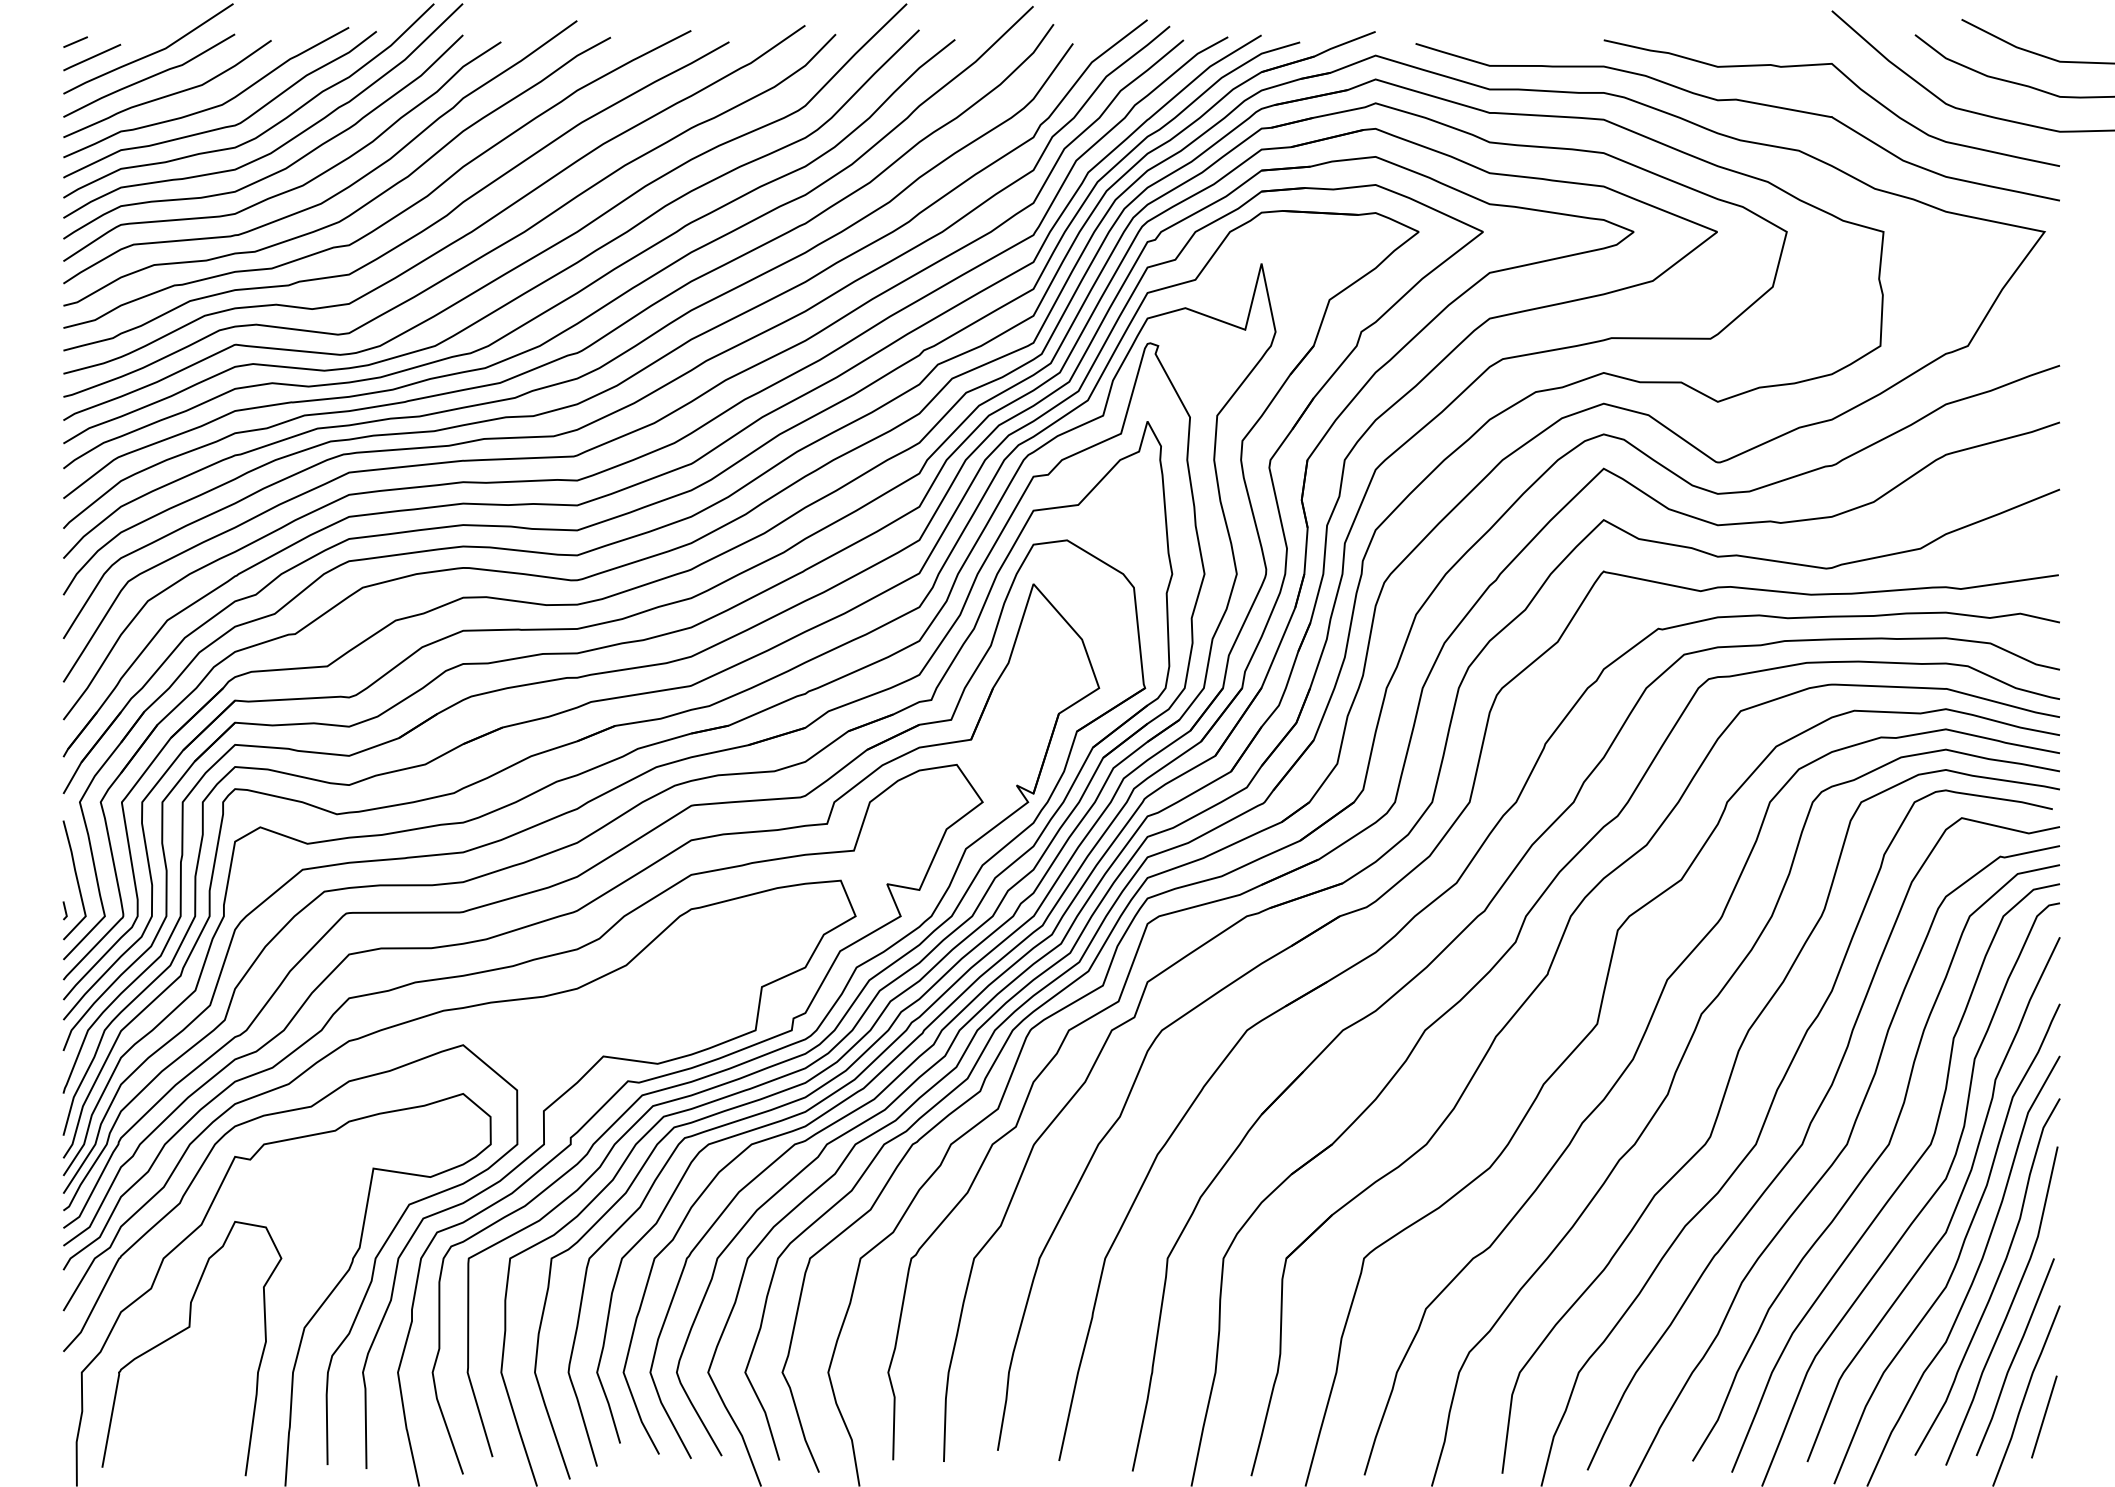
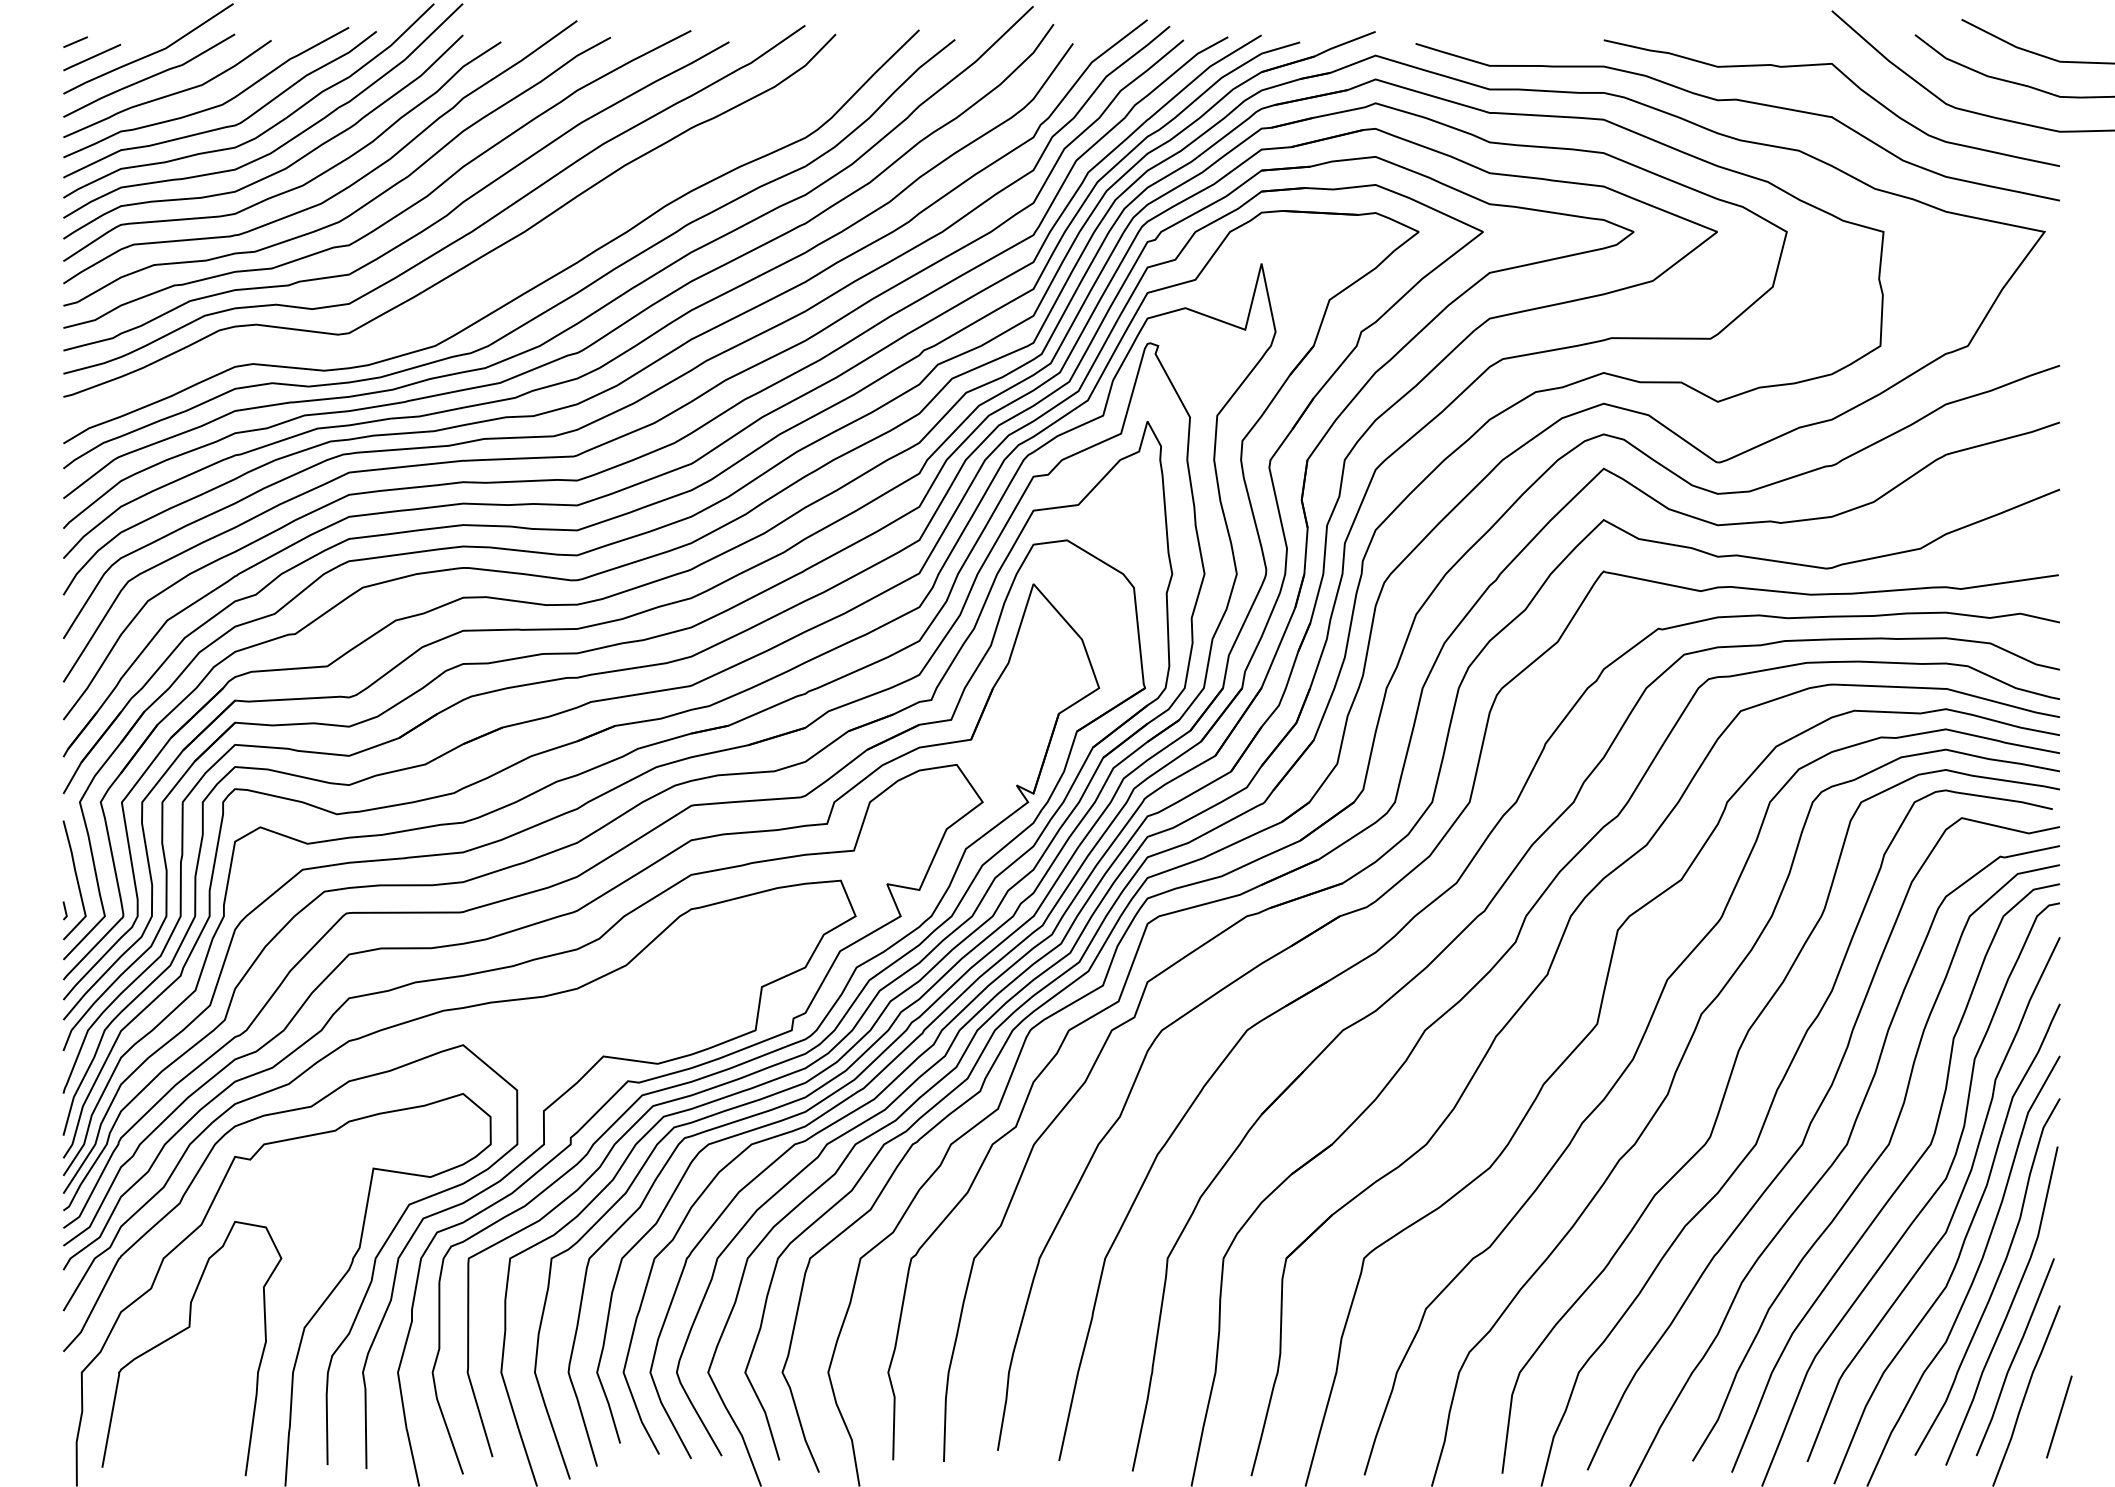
curve at (517, 265): present -> none
line at (2044, 1416) position: (2044, 1416) -> (2059, 1416)
